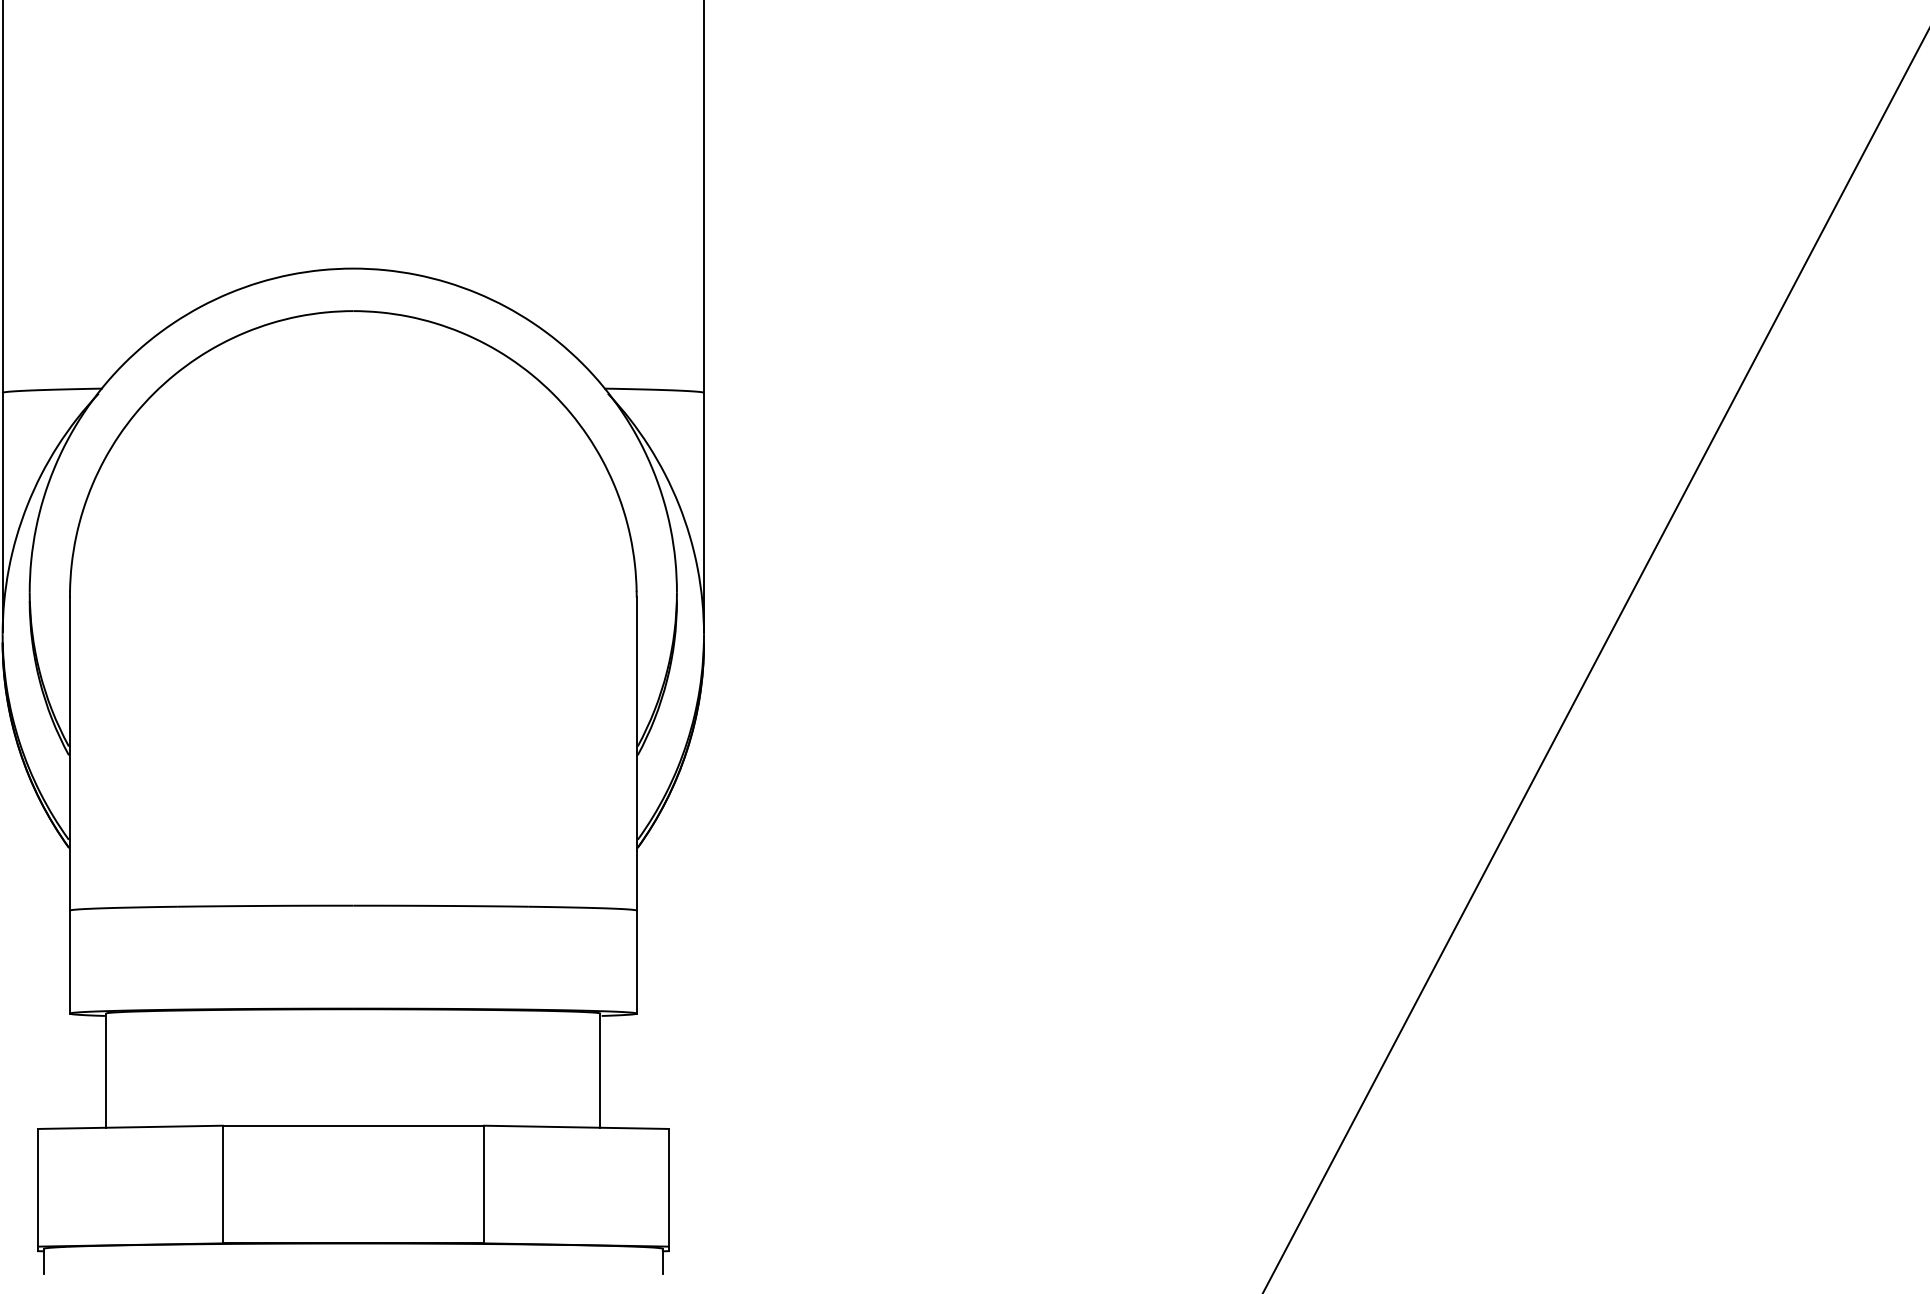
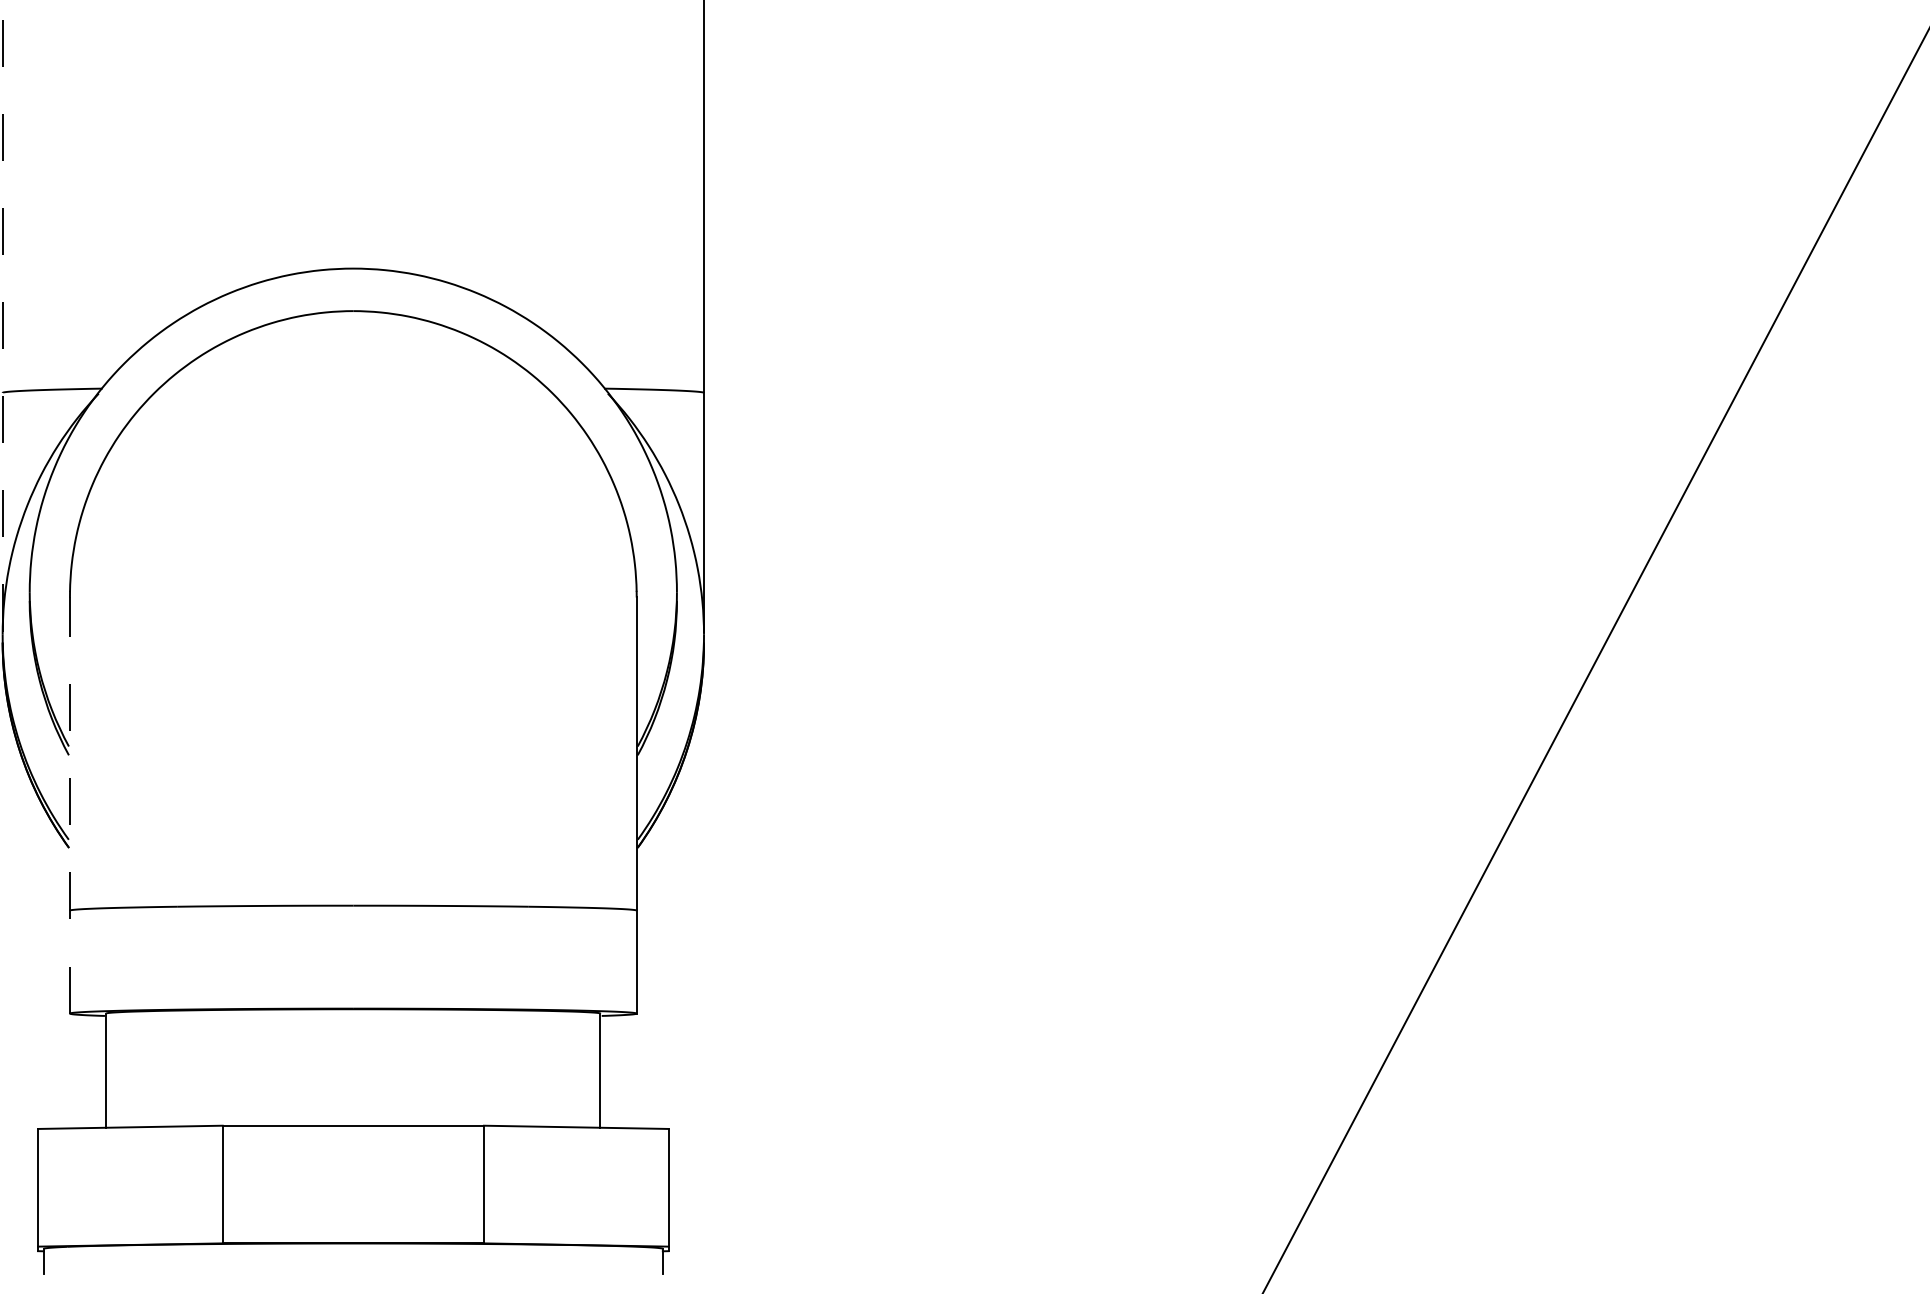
line at (2, 315): solid -> dashed
line at (69, 804): solid -> dashed
